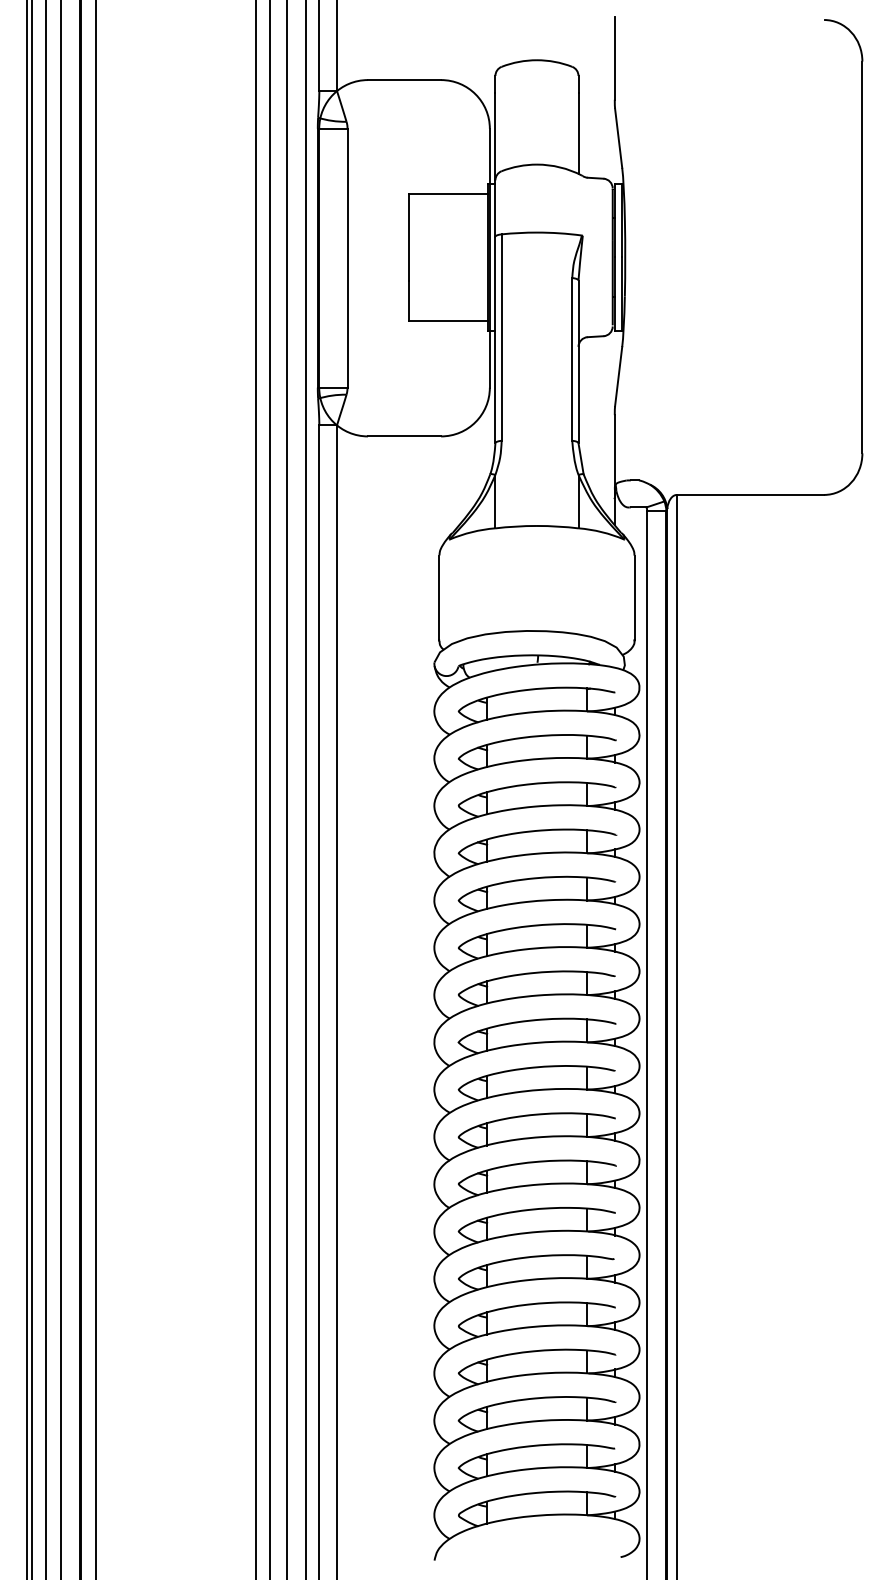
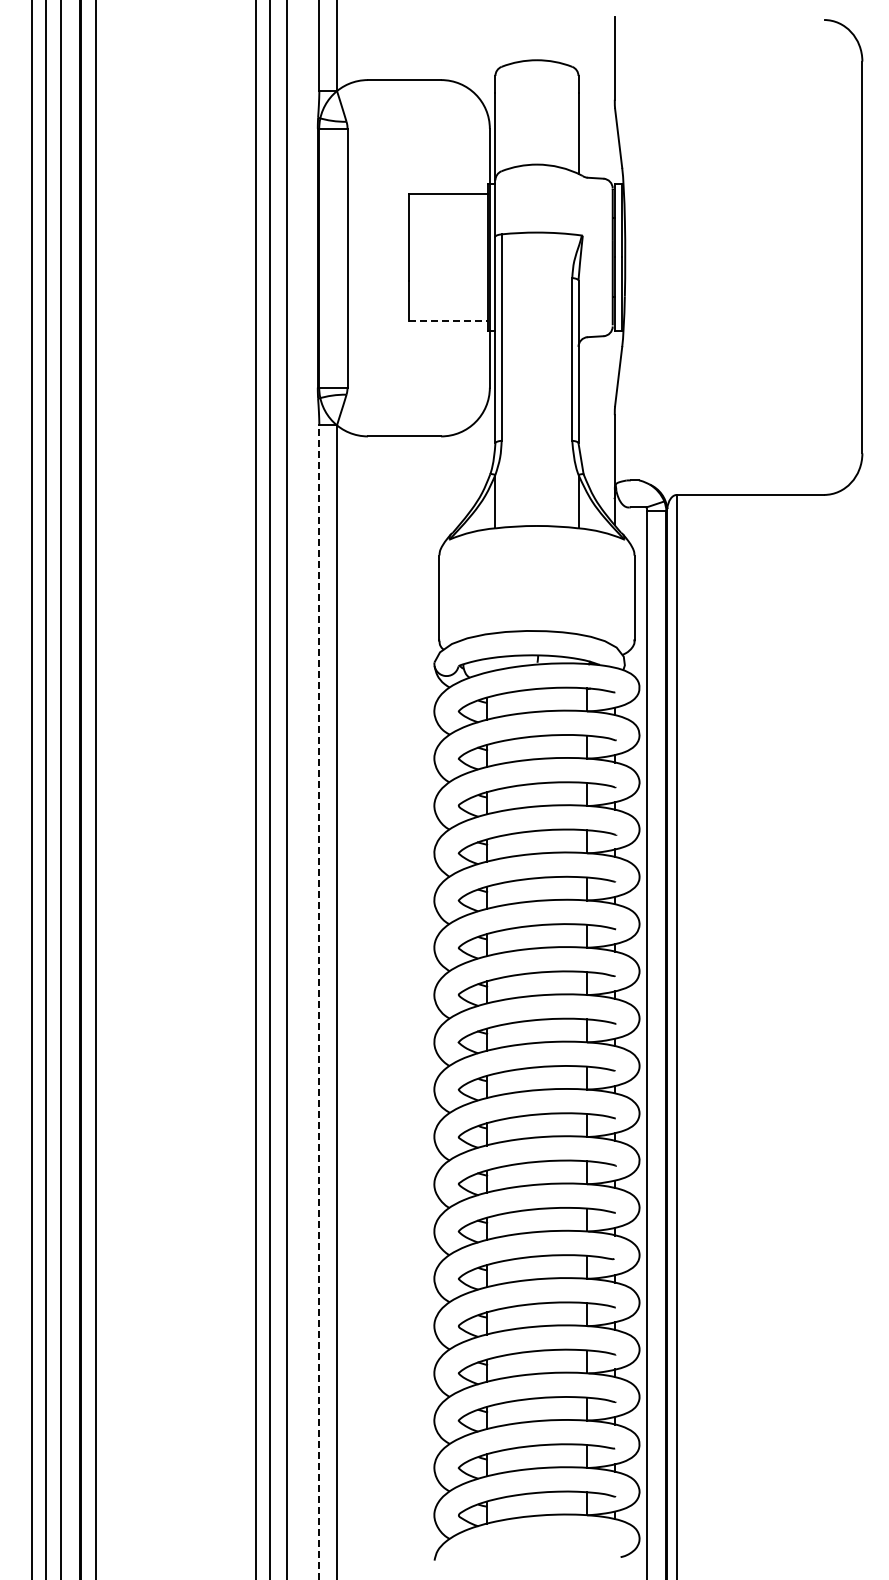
line at (449, 321): solid -> dashed
line at (26, 789): present -> none
line at (306, 789): present -> none
line at (319, 1002): solid -> dashed
